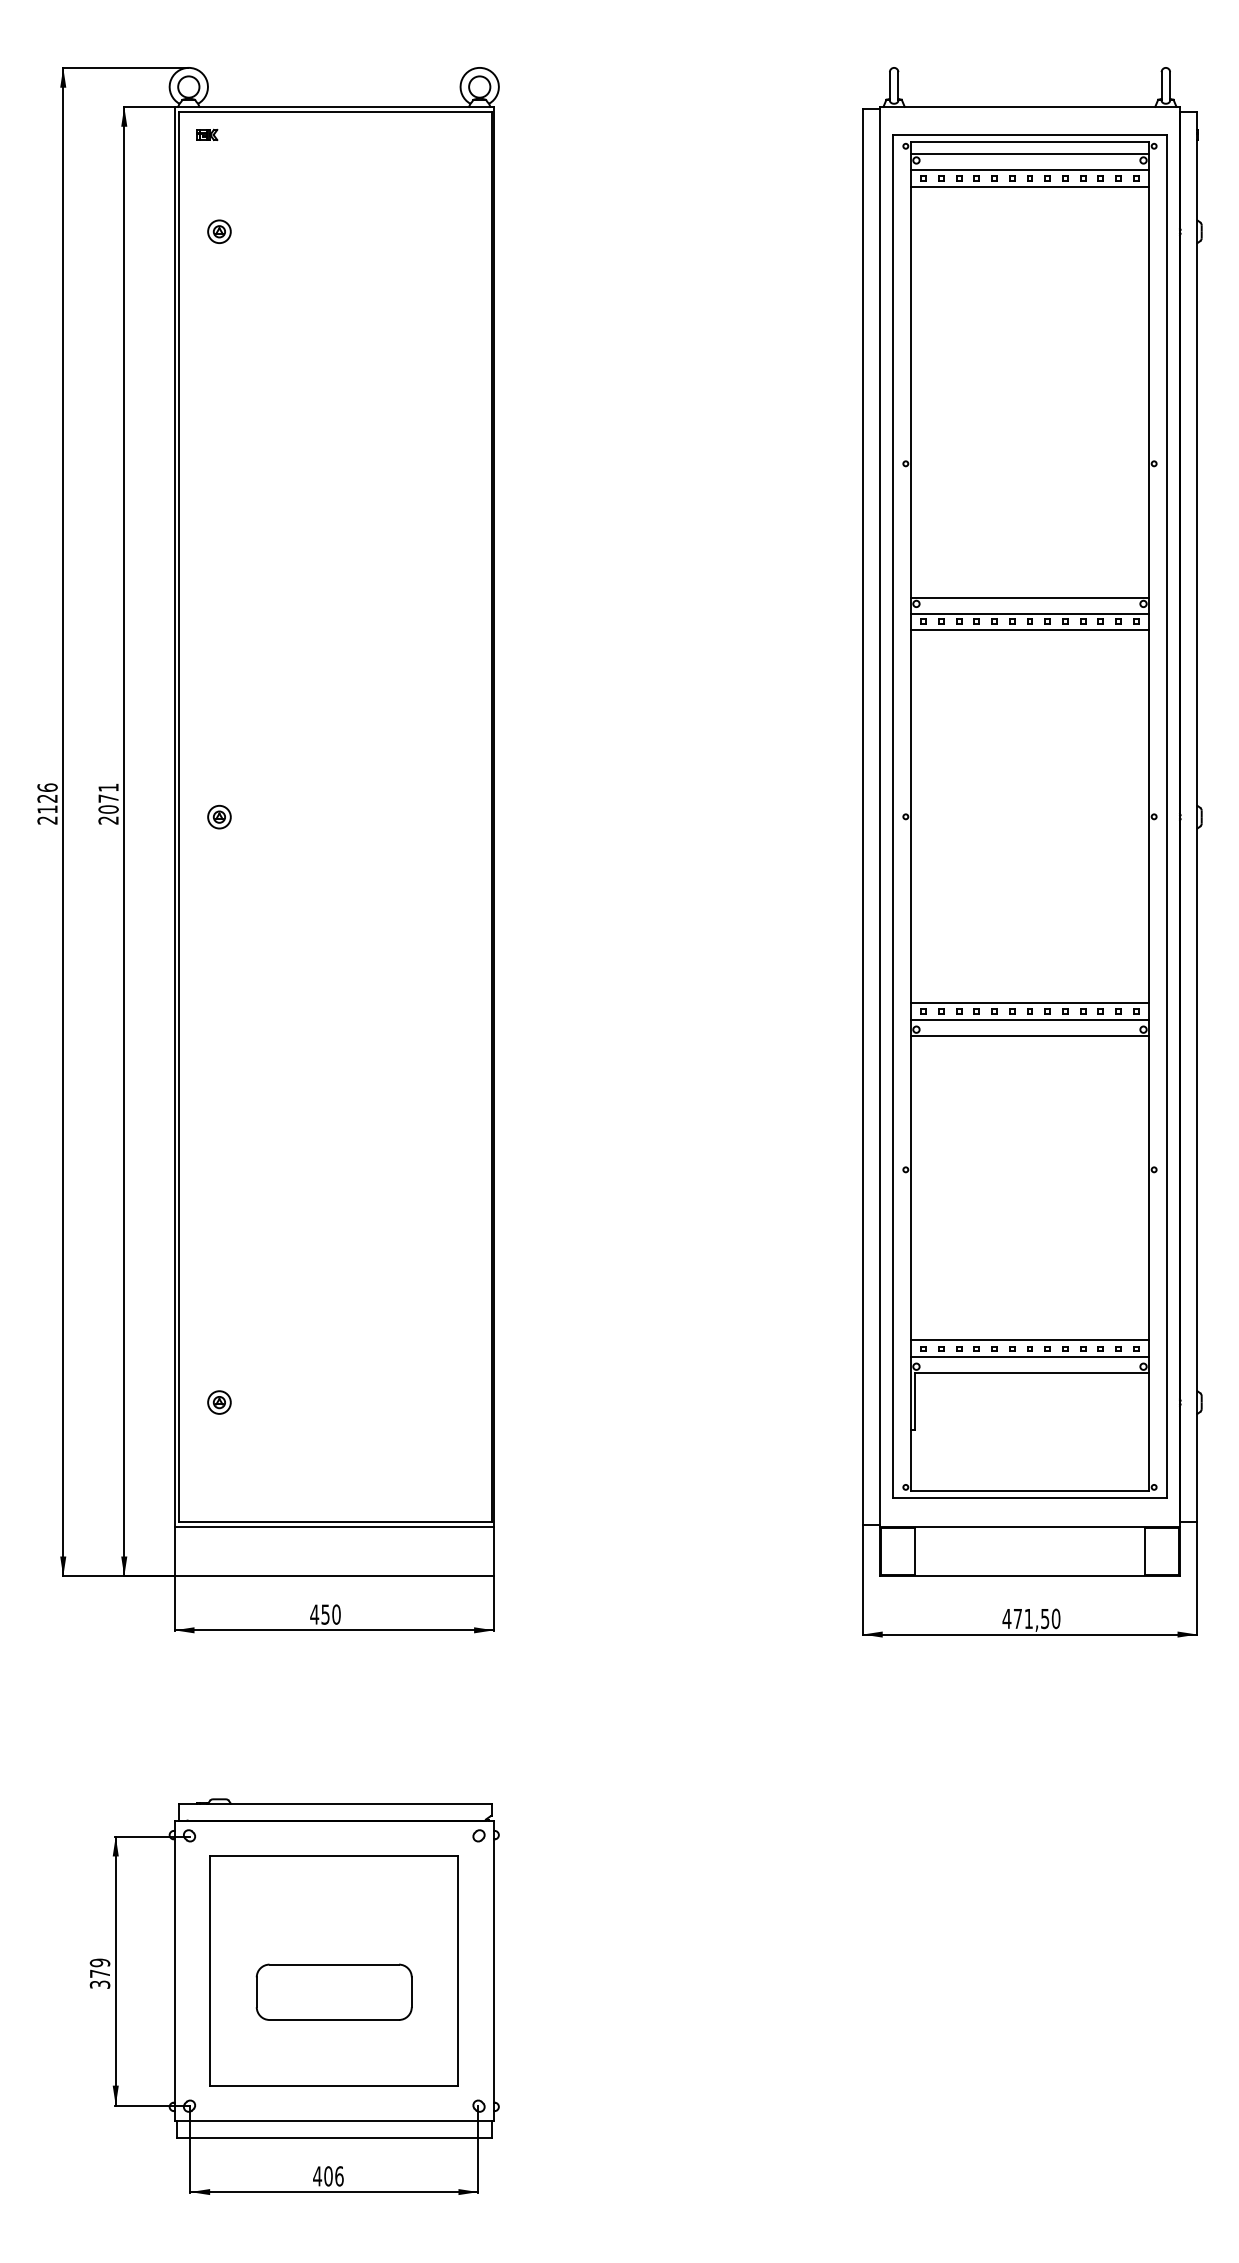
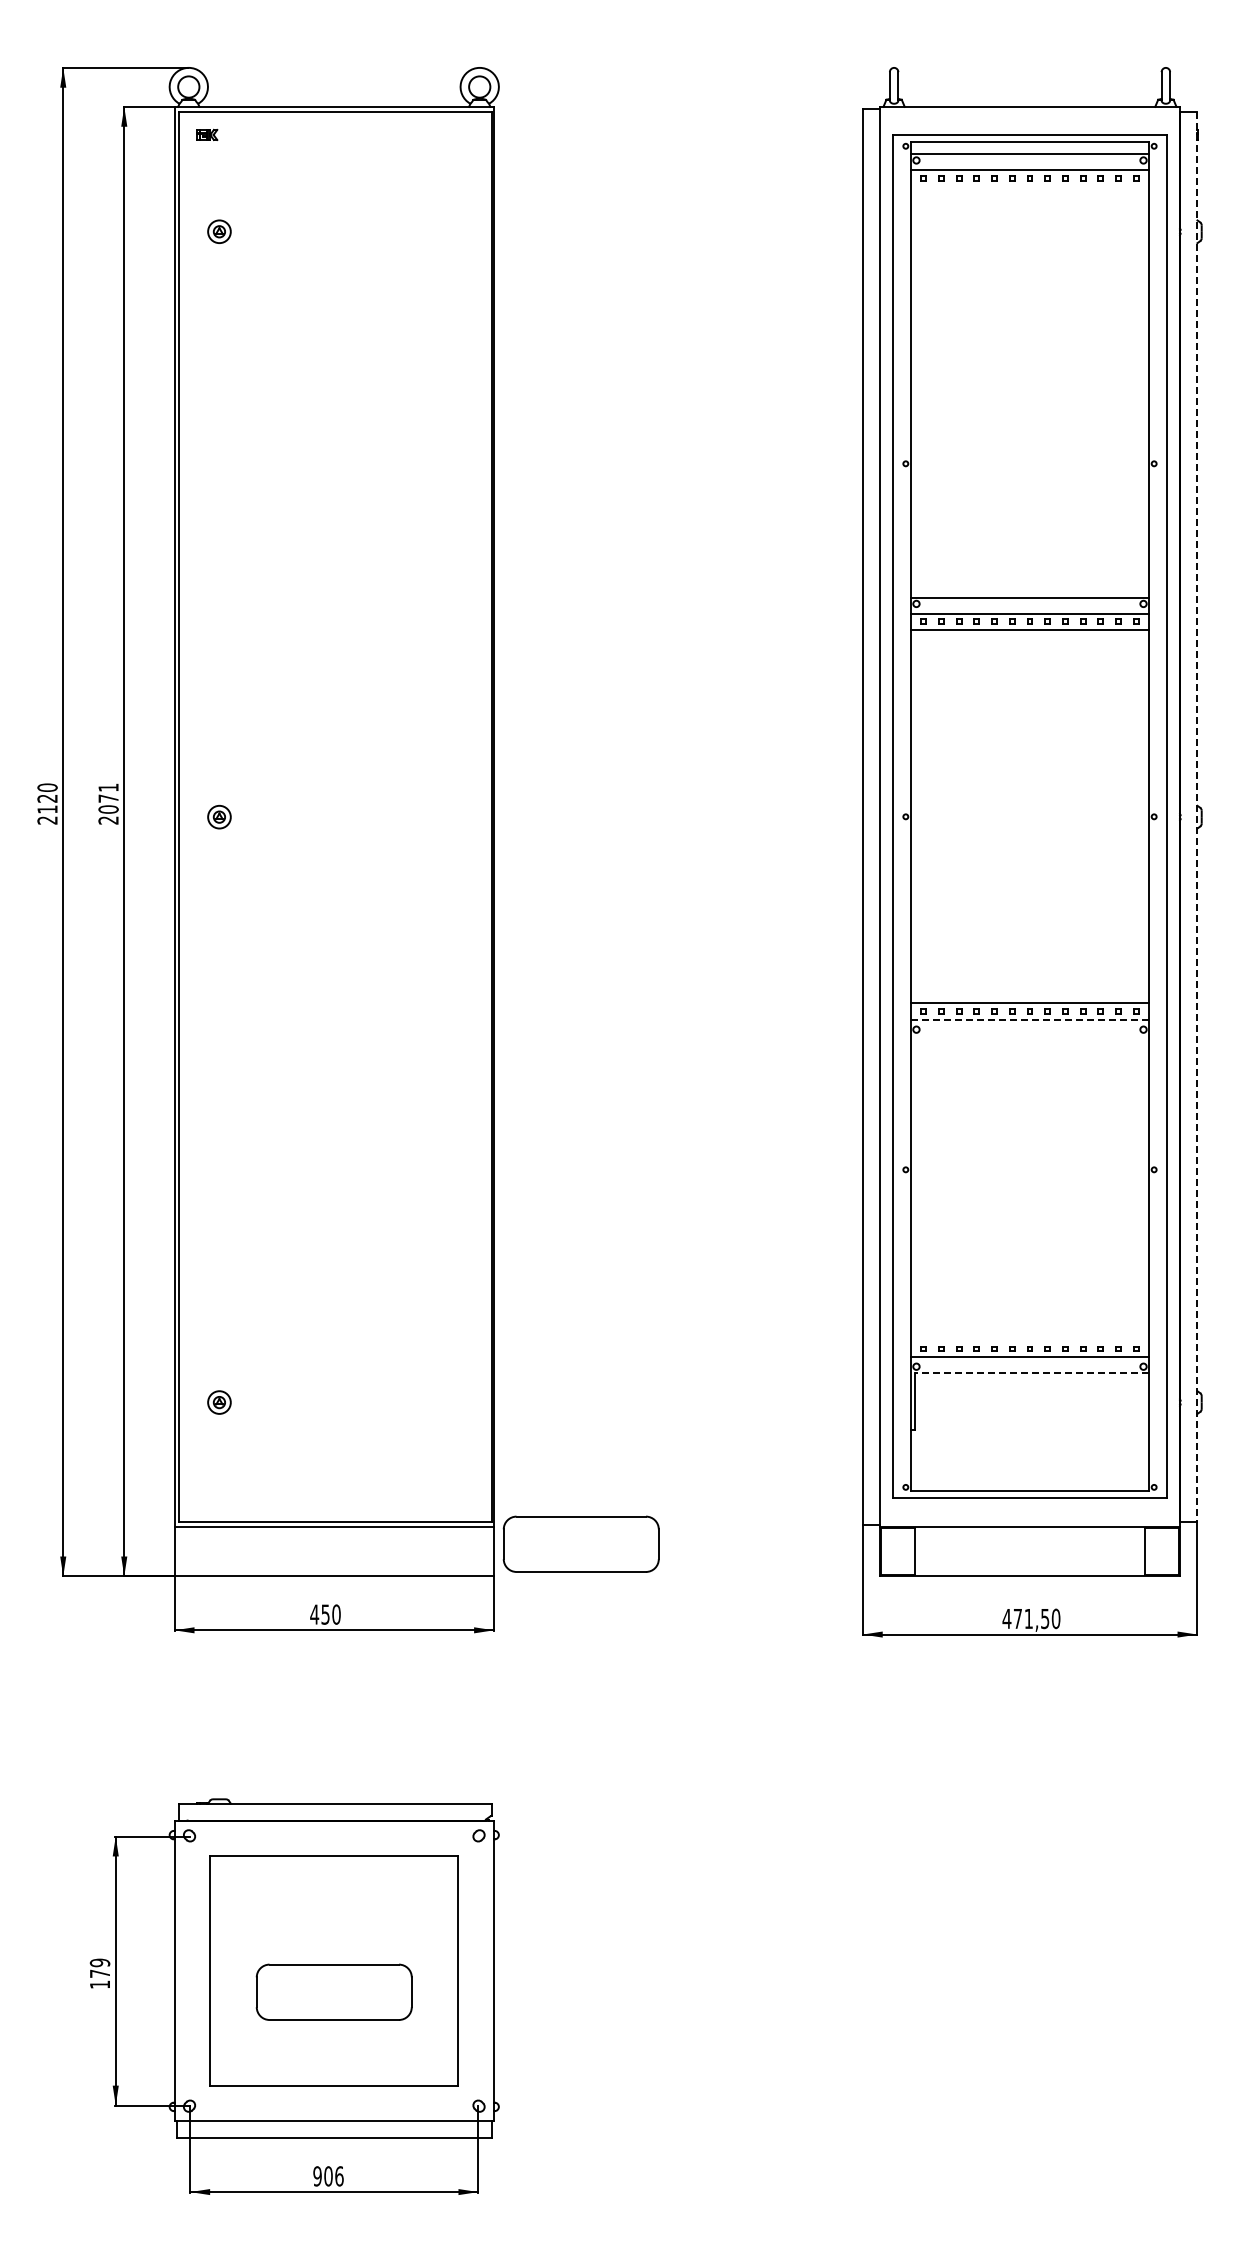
line at (1029, 186): present -> none
text at (47, 787): 2126 -> 2120
line at (1197, 817): solid -> dashed
line at (1030, 1019): solid -> dashed
line at (1029, 1036): present -> none
line at (1029, 1340): present -> none
line at (1031, 1373): solid -> dashed
part at (580, 1543): none -> present
text at (99, 1984): 379 -> 179
text at (317, 2176): 406 -> 906
